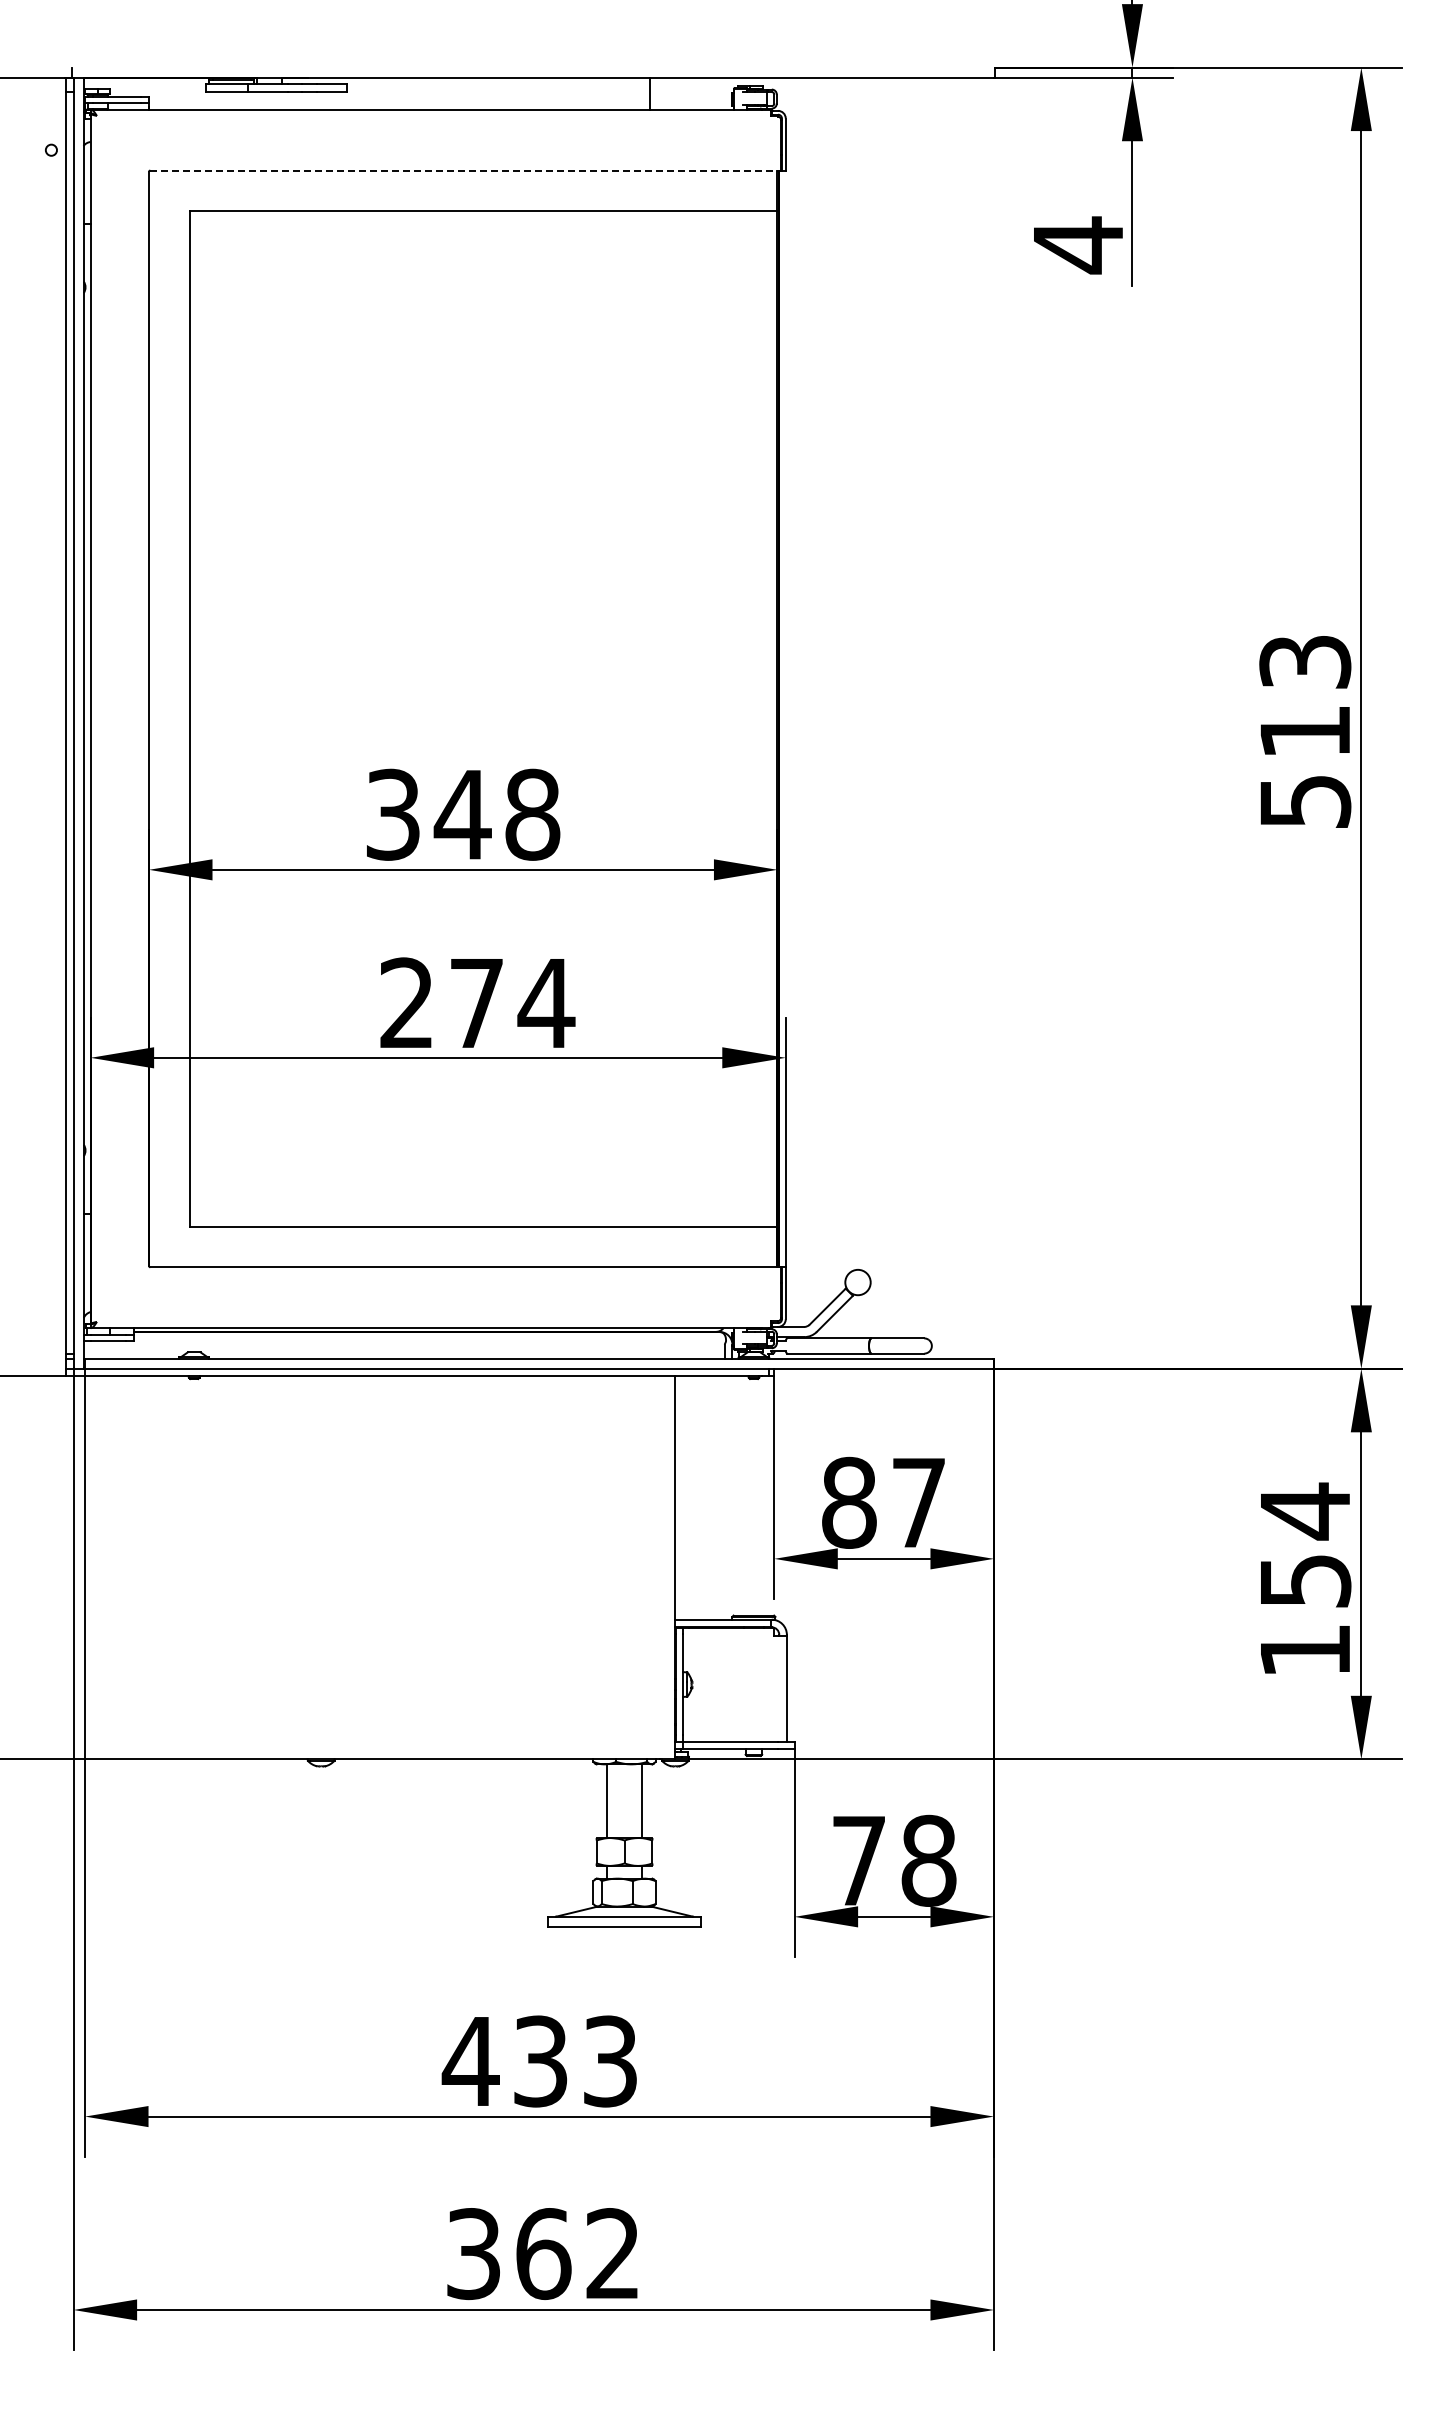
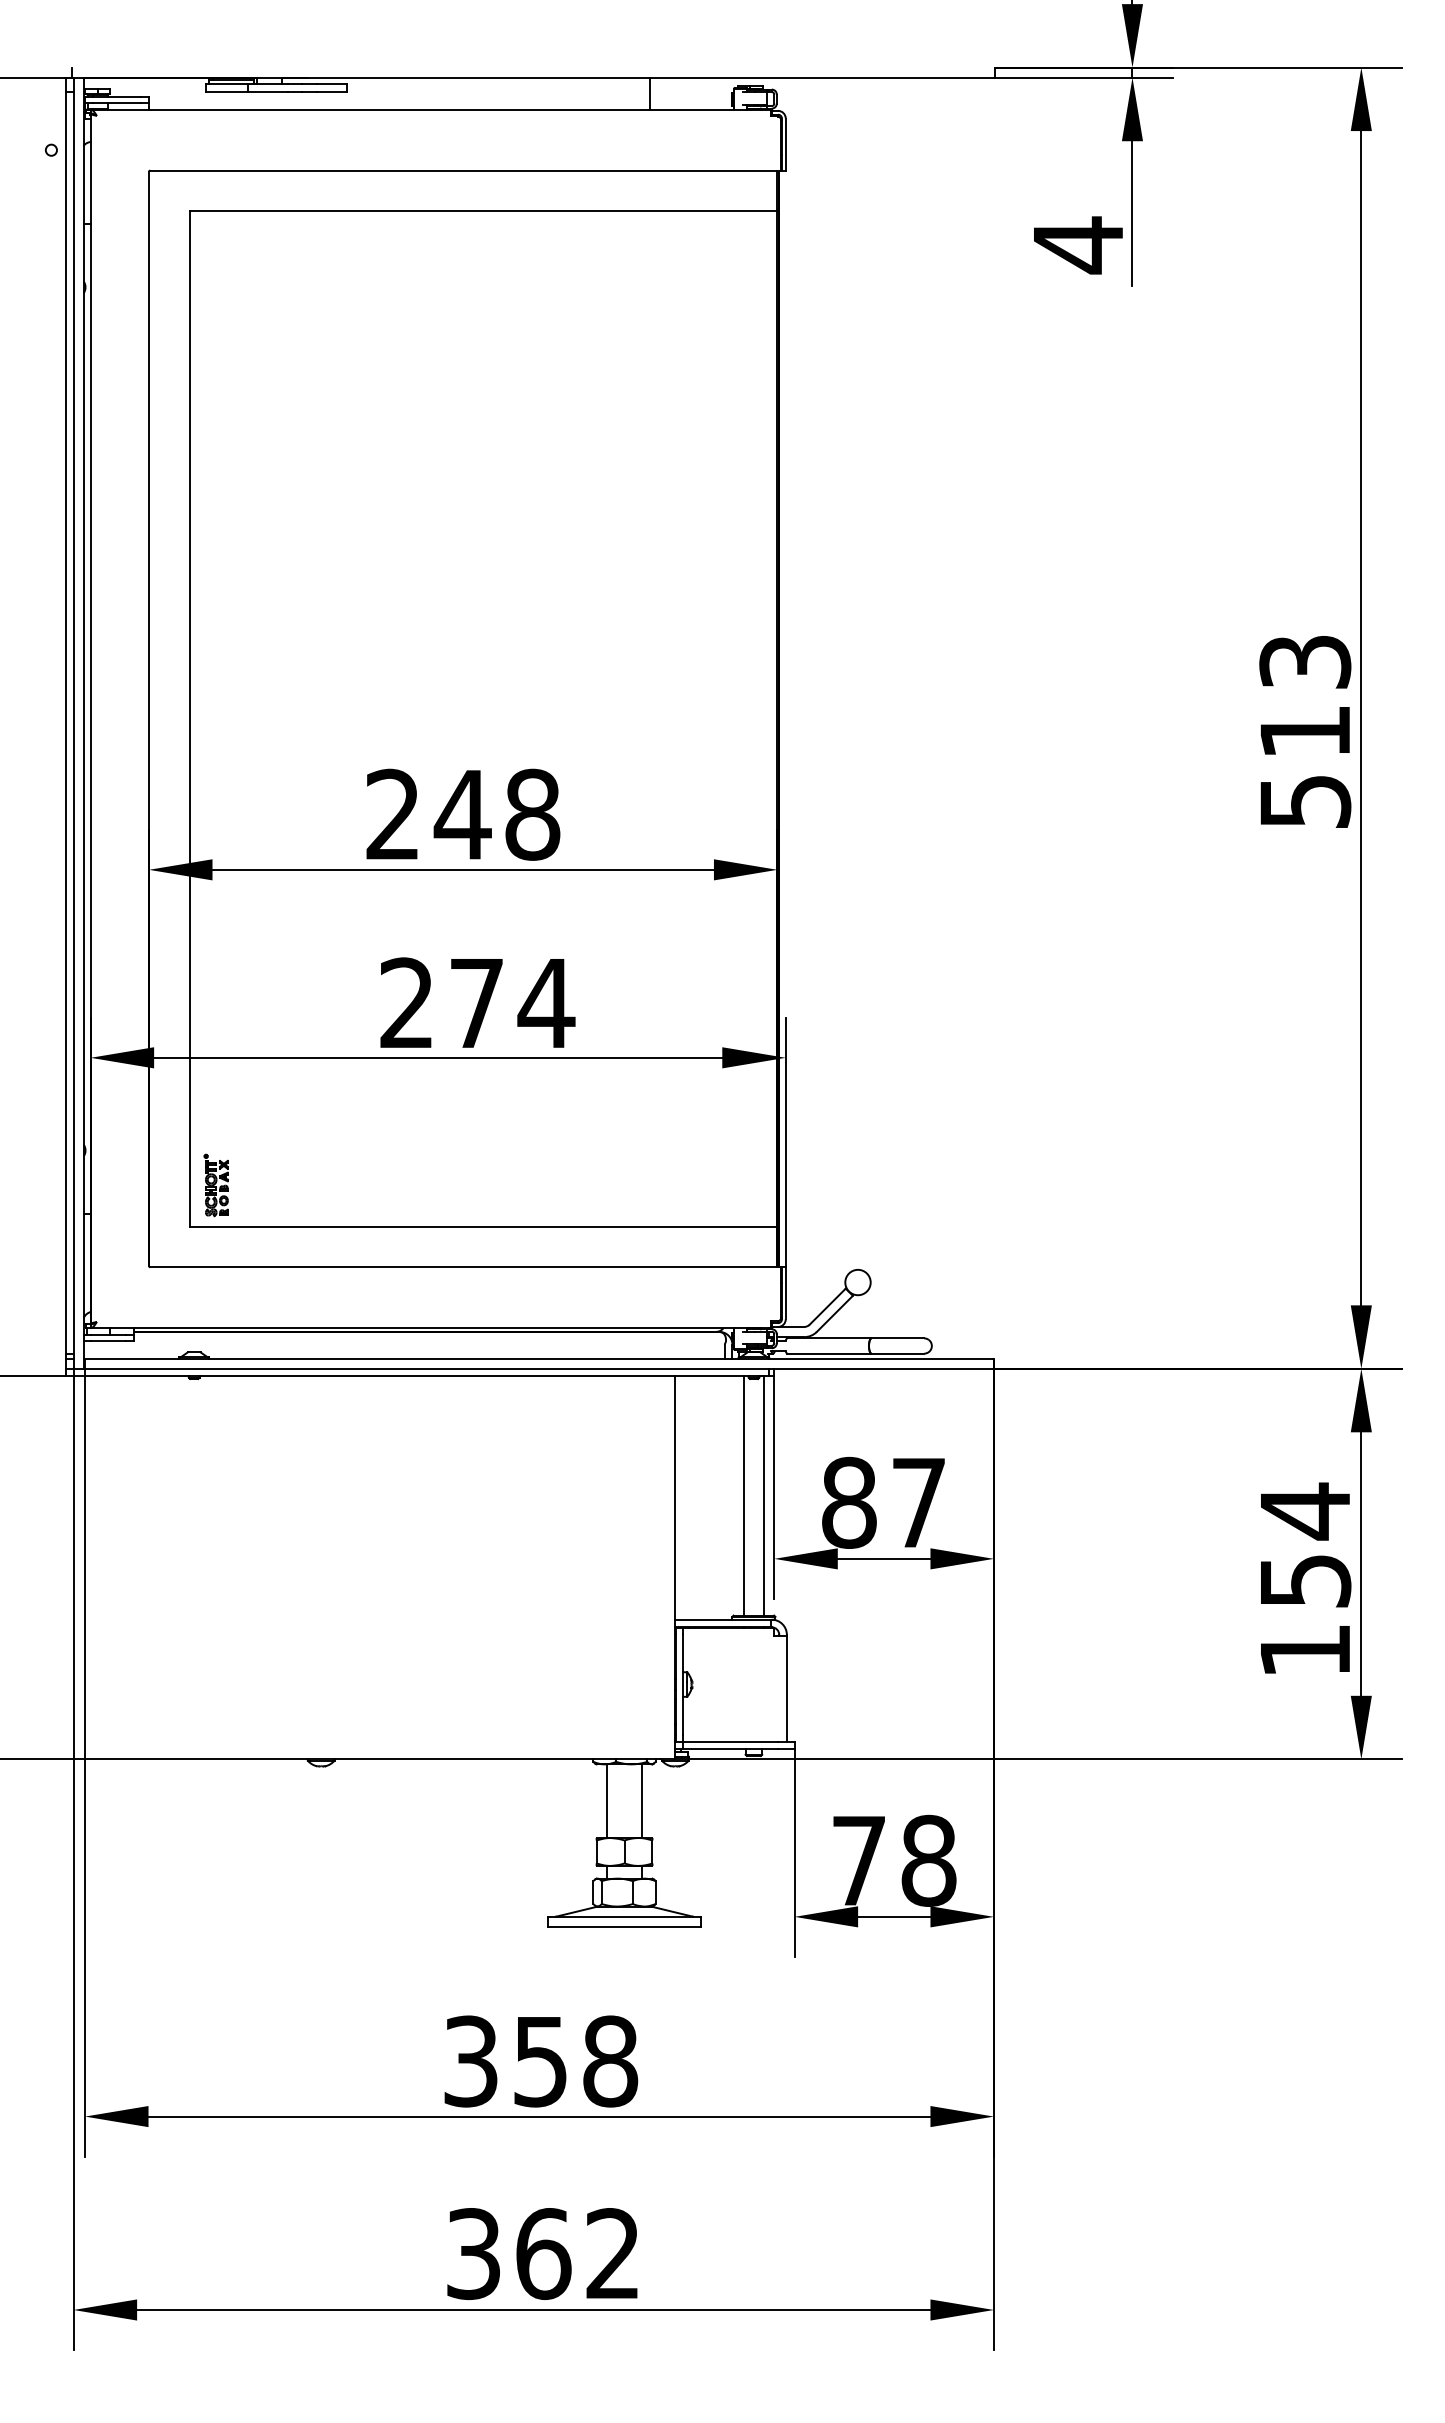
line at (466, 170): dashed -> solid
text at (392, 814): 348 -> 248
part at (215, 1185): none -> present
line at (743, 1495): none -> present
line at (764, 1495): none -> present
text at (539, 2061): 433 -> 358
